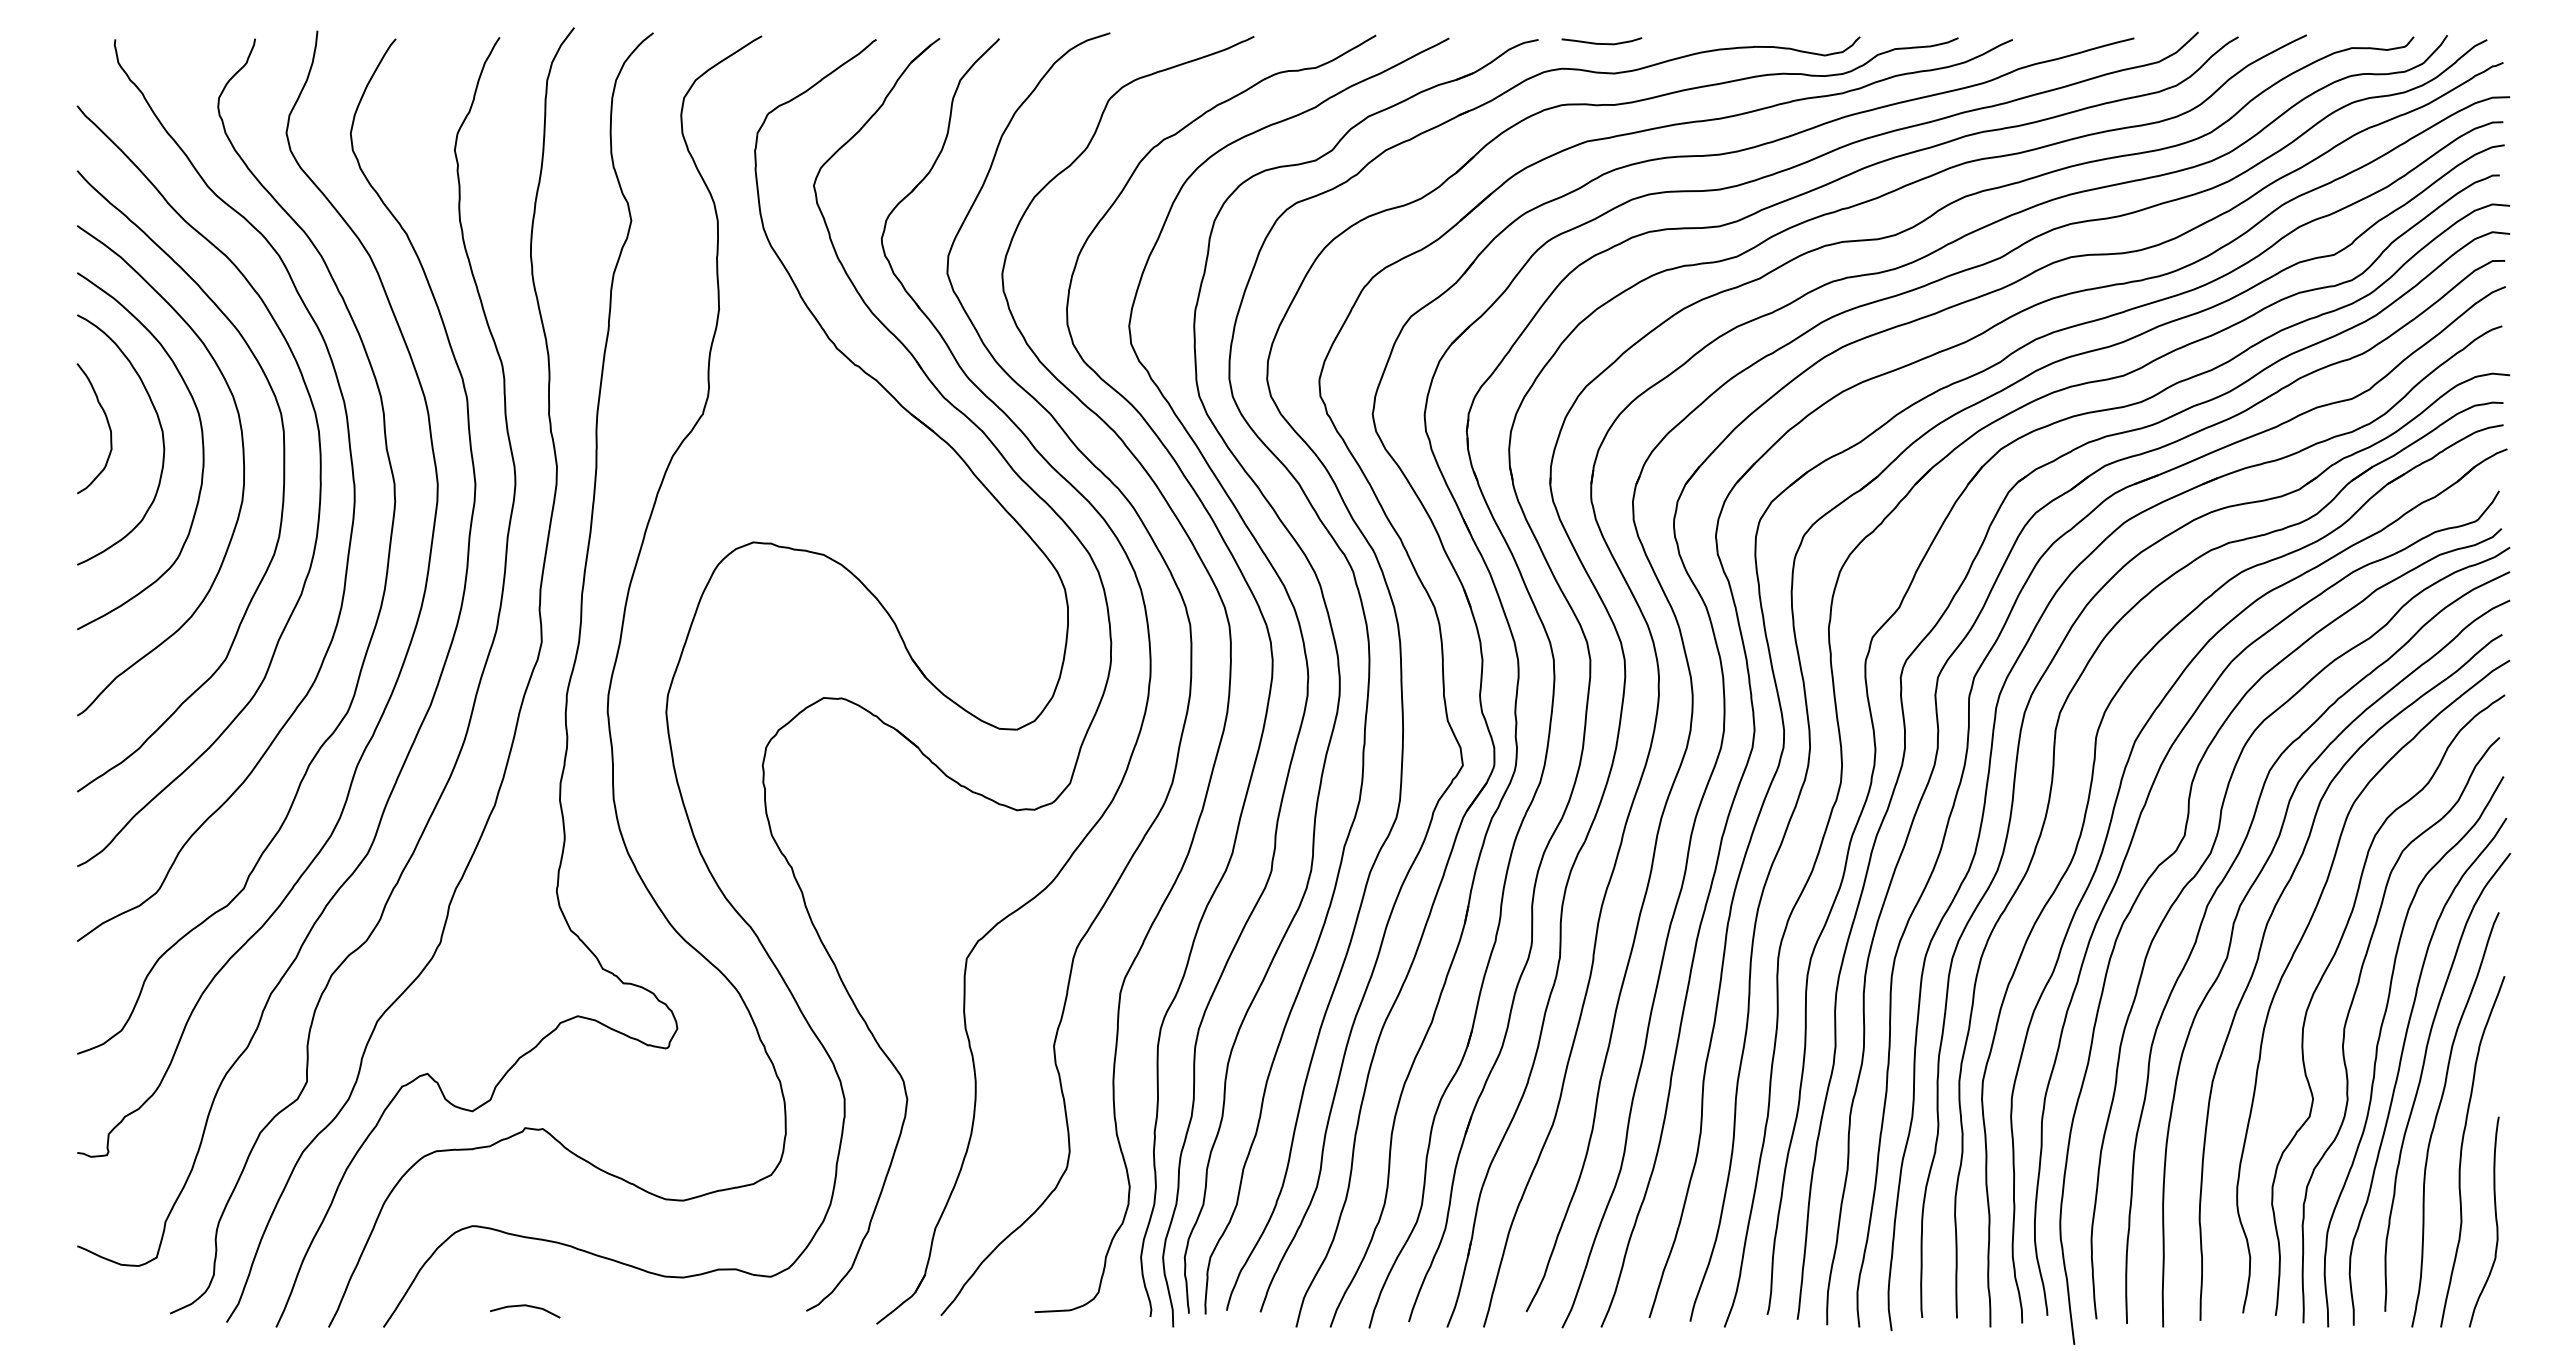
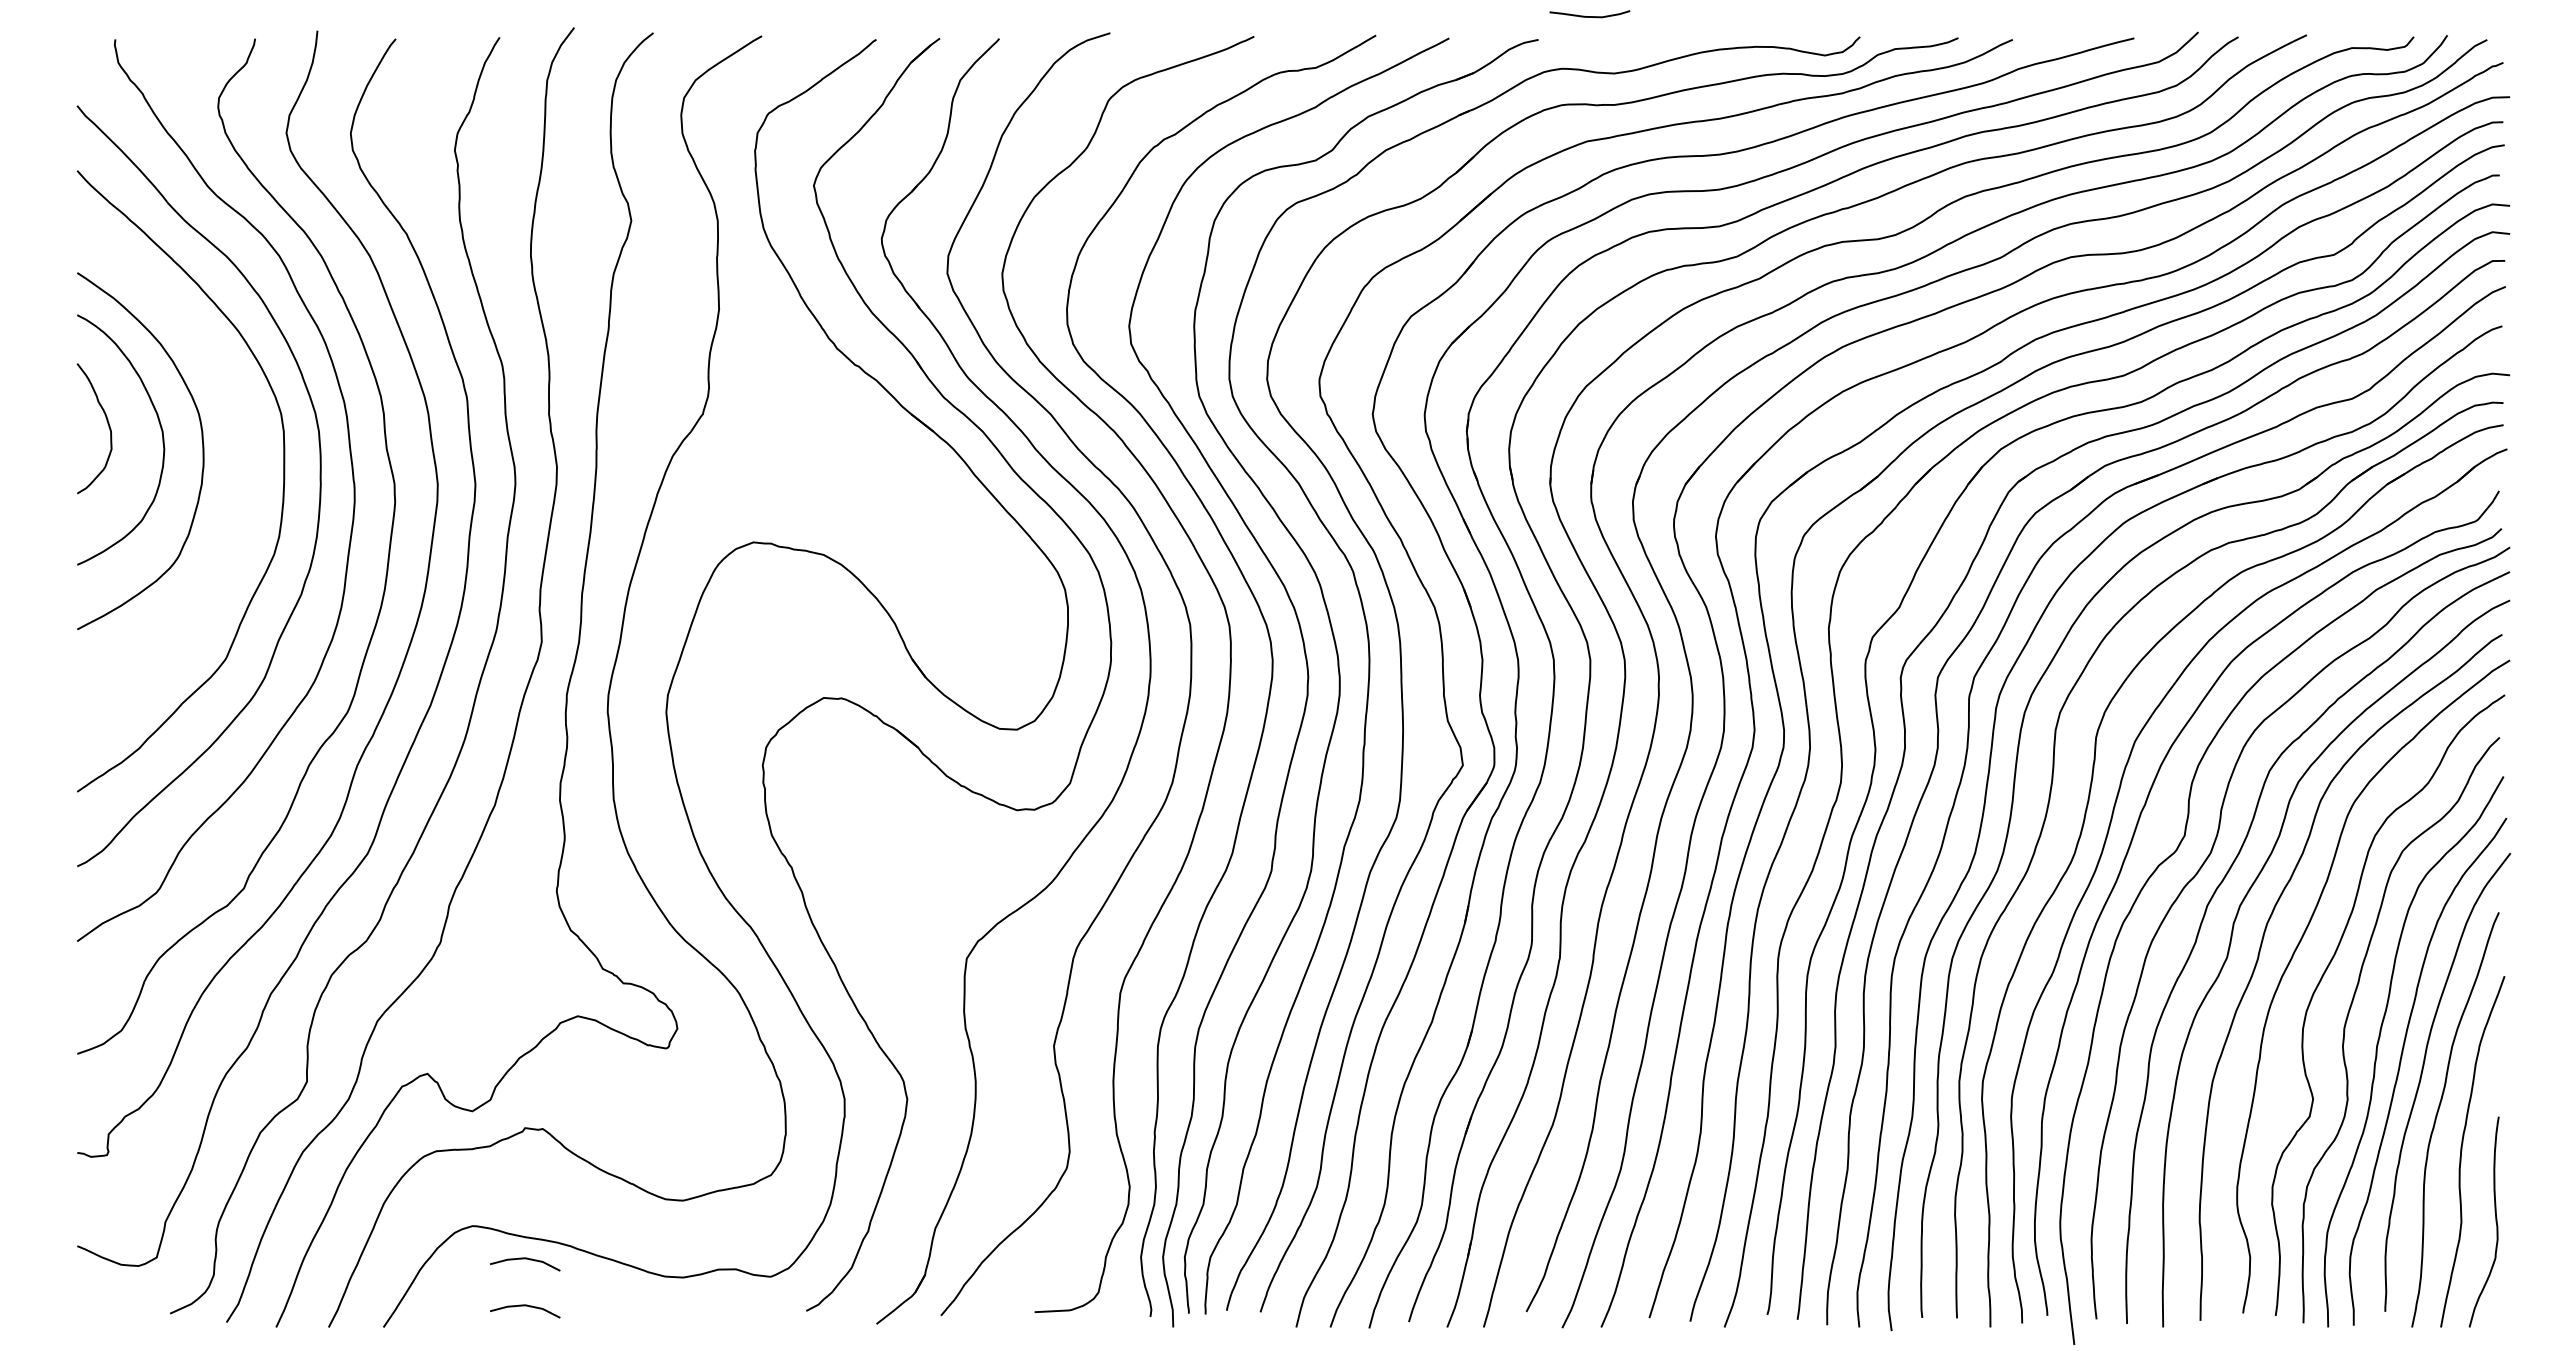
curve at (1601, 43) position: (1601, 43) -> (1589, 16)
curve at (242, 458): present -> none
curve at (525, 1259): none -> present
